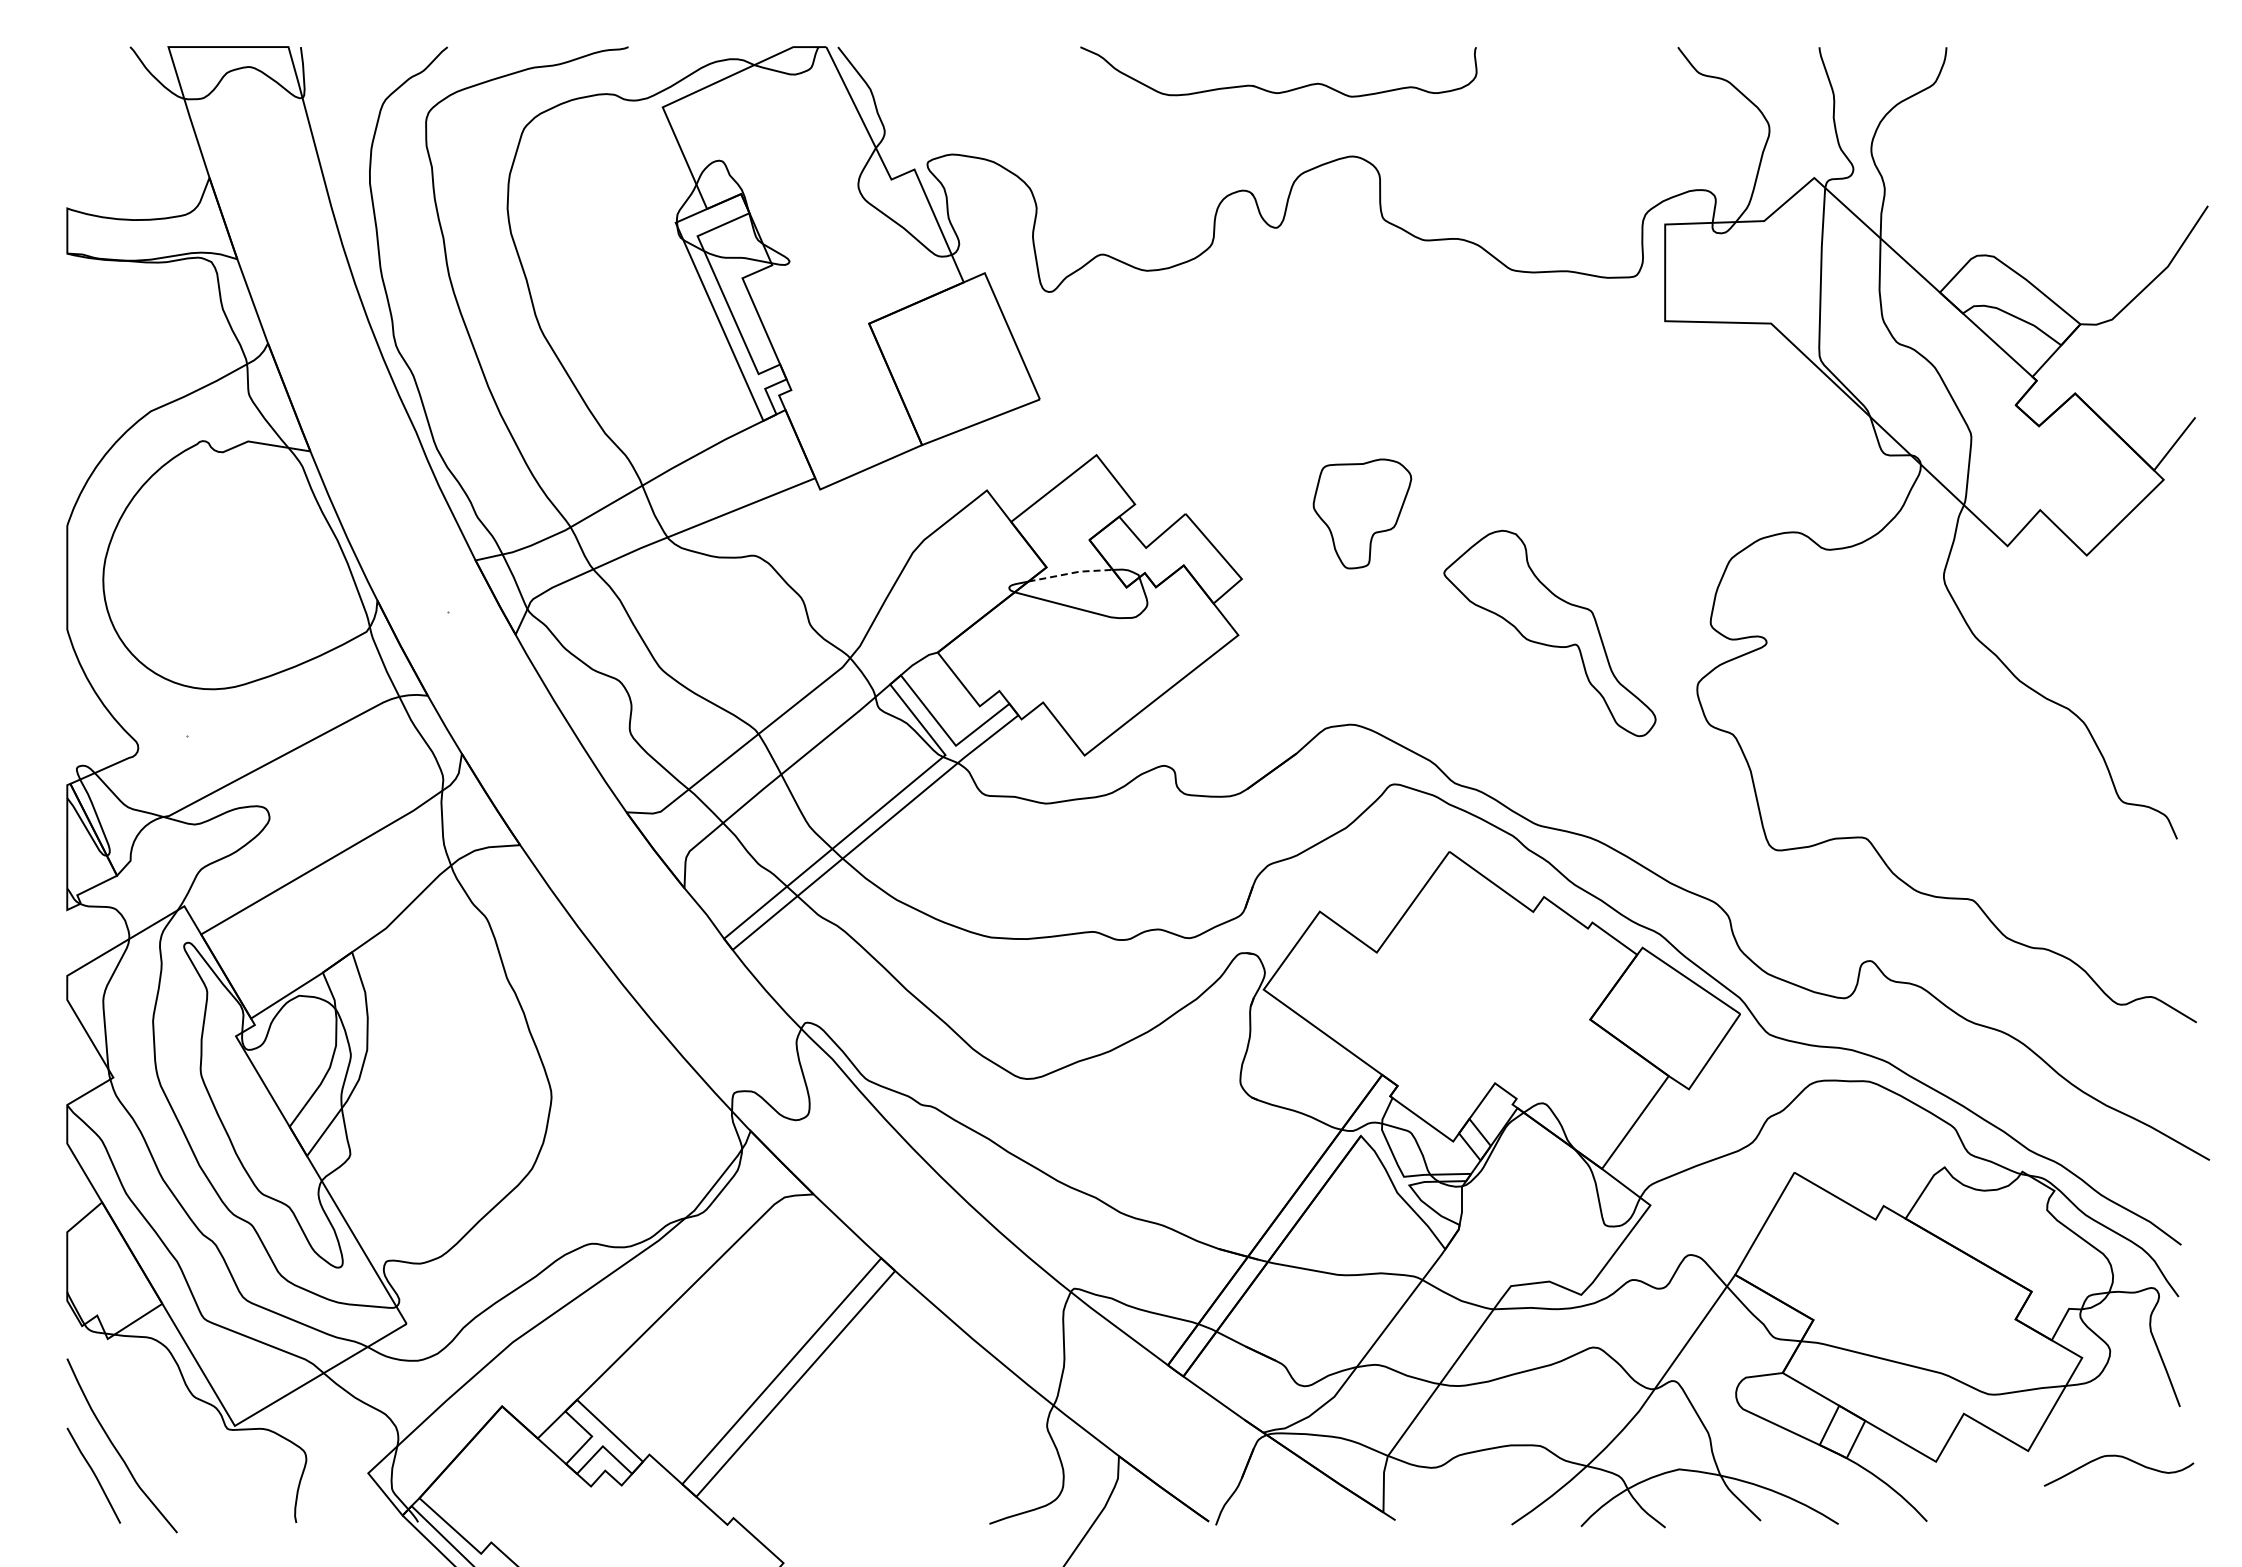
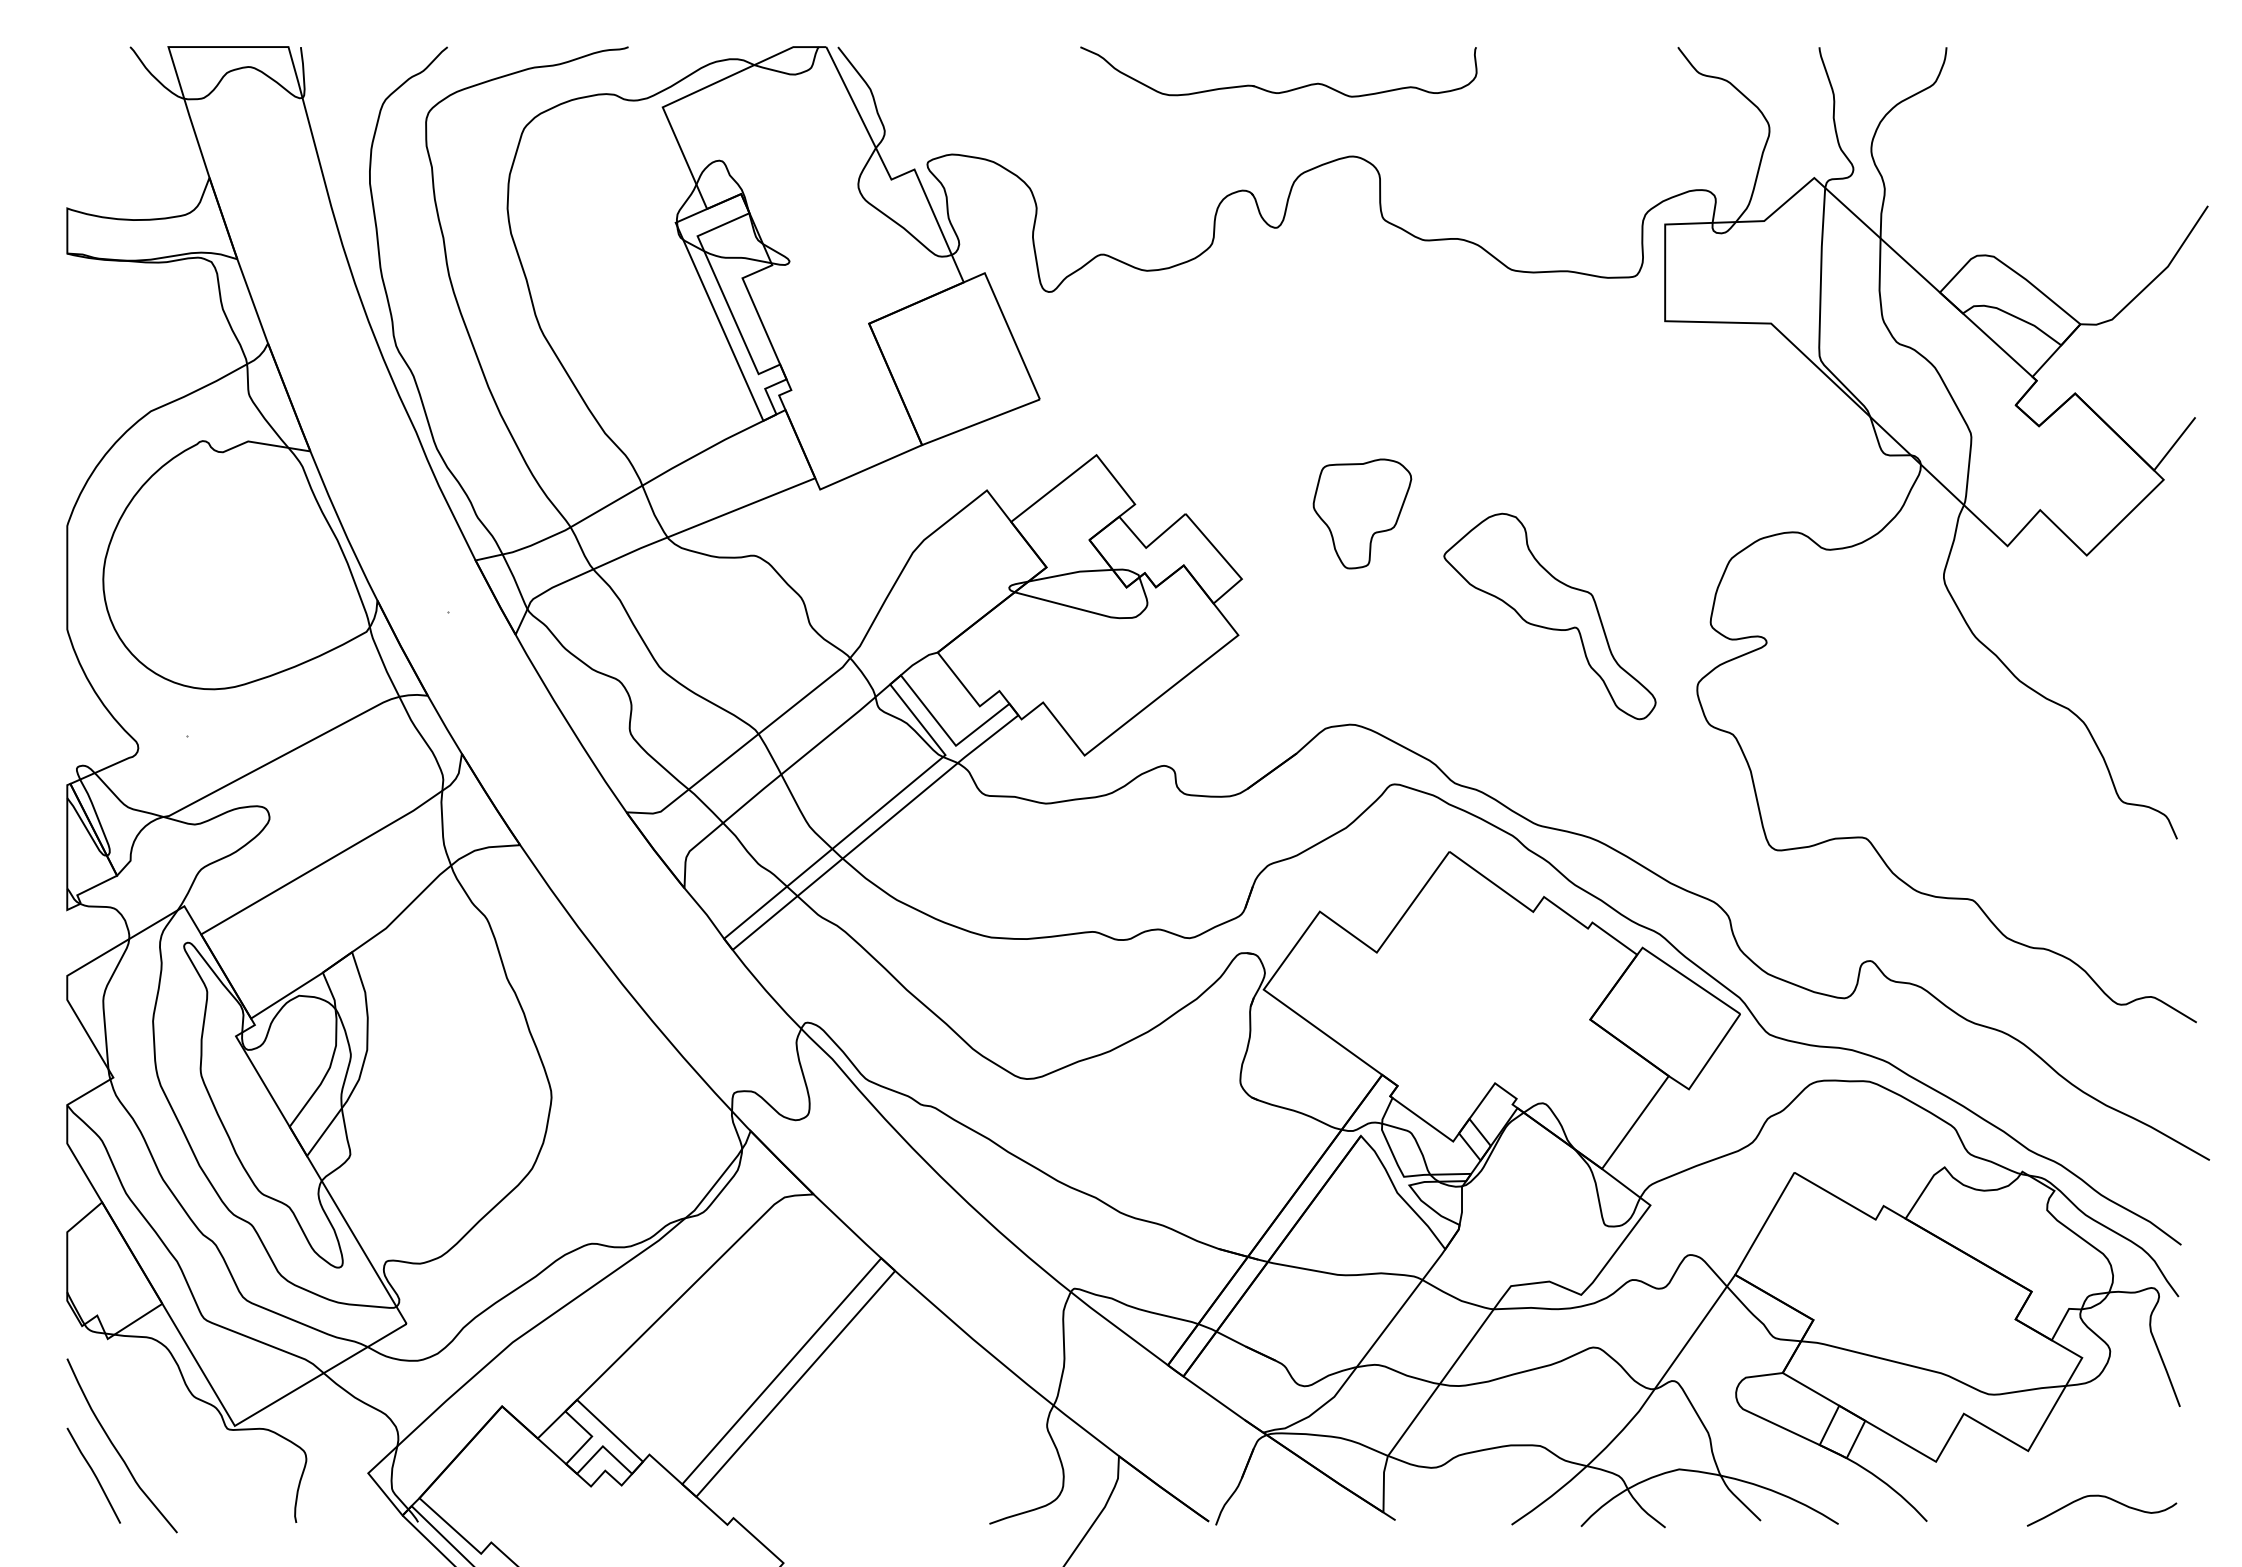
line at (1071, 573): dashed -> solid
part at (1549, 633) position: (1549, 633) -> (1549, 616)
curve at (2123, 1458) position: (2123, 1458) -> (2106, 1498)
